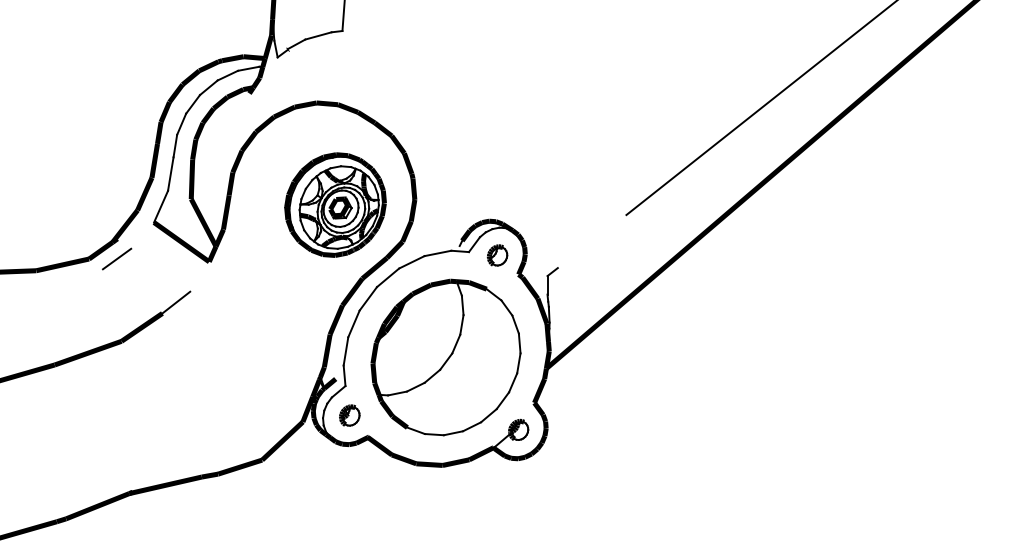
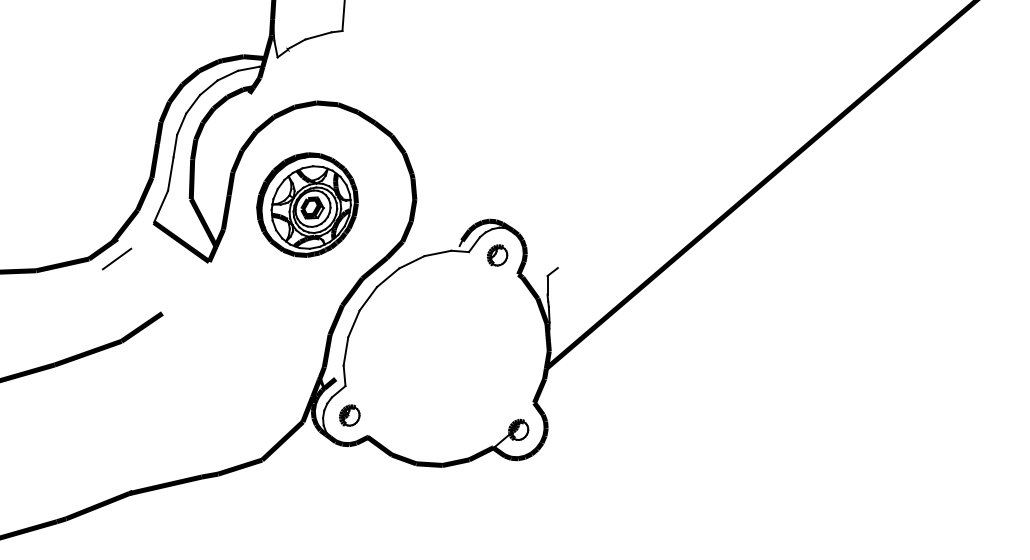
line at (760, 108): present -> none
part at (335, 204) position: (335, 204) -> (307, 204)
line at (176, 302): present -> none
part at (445, 357): present -> none
